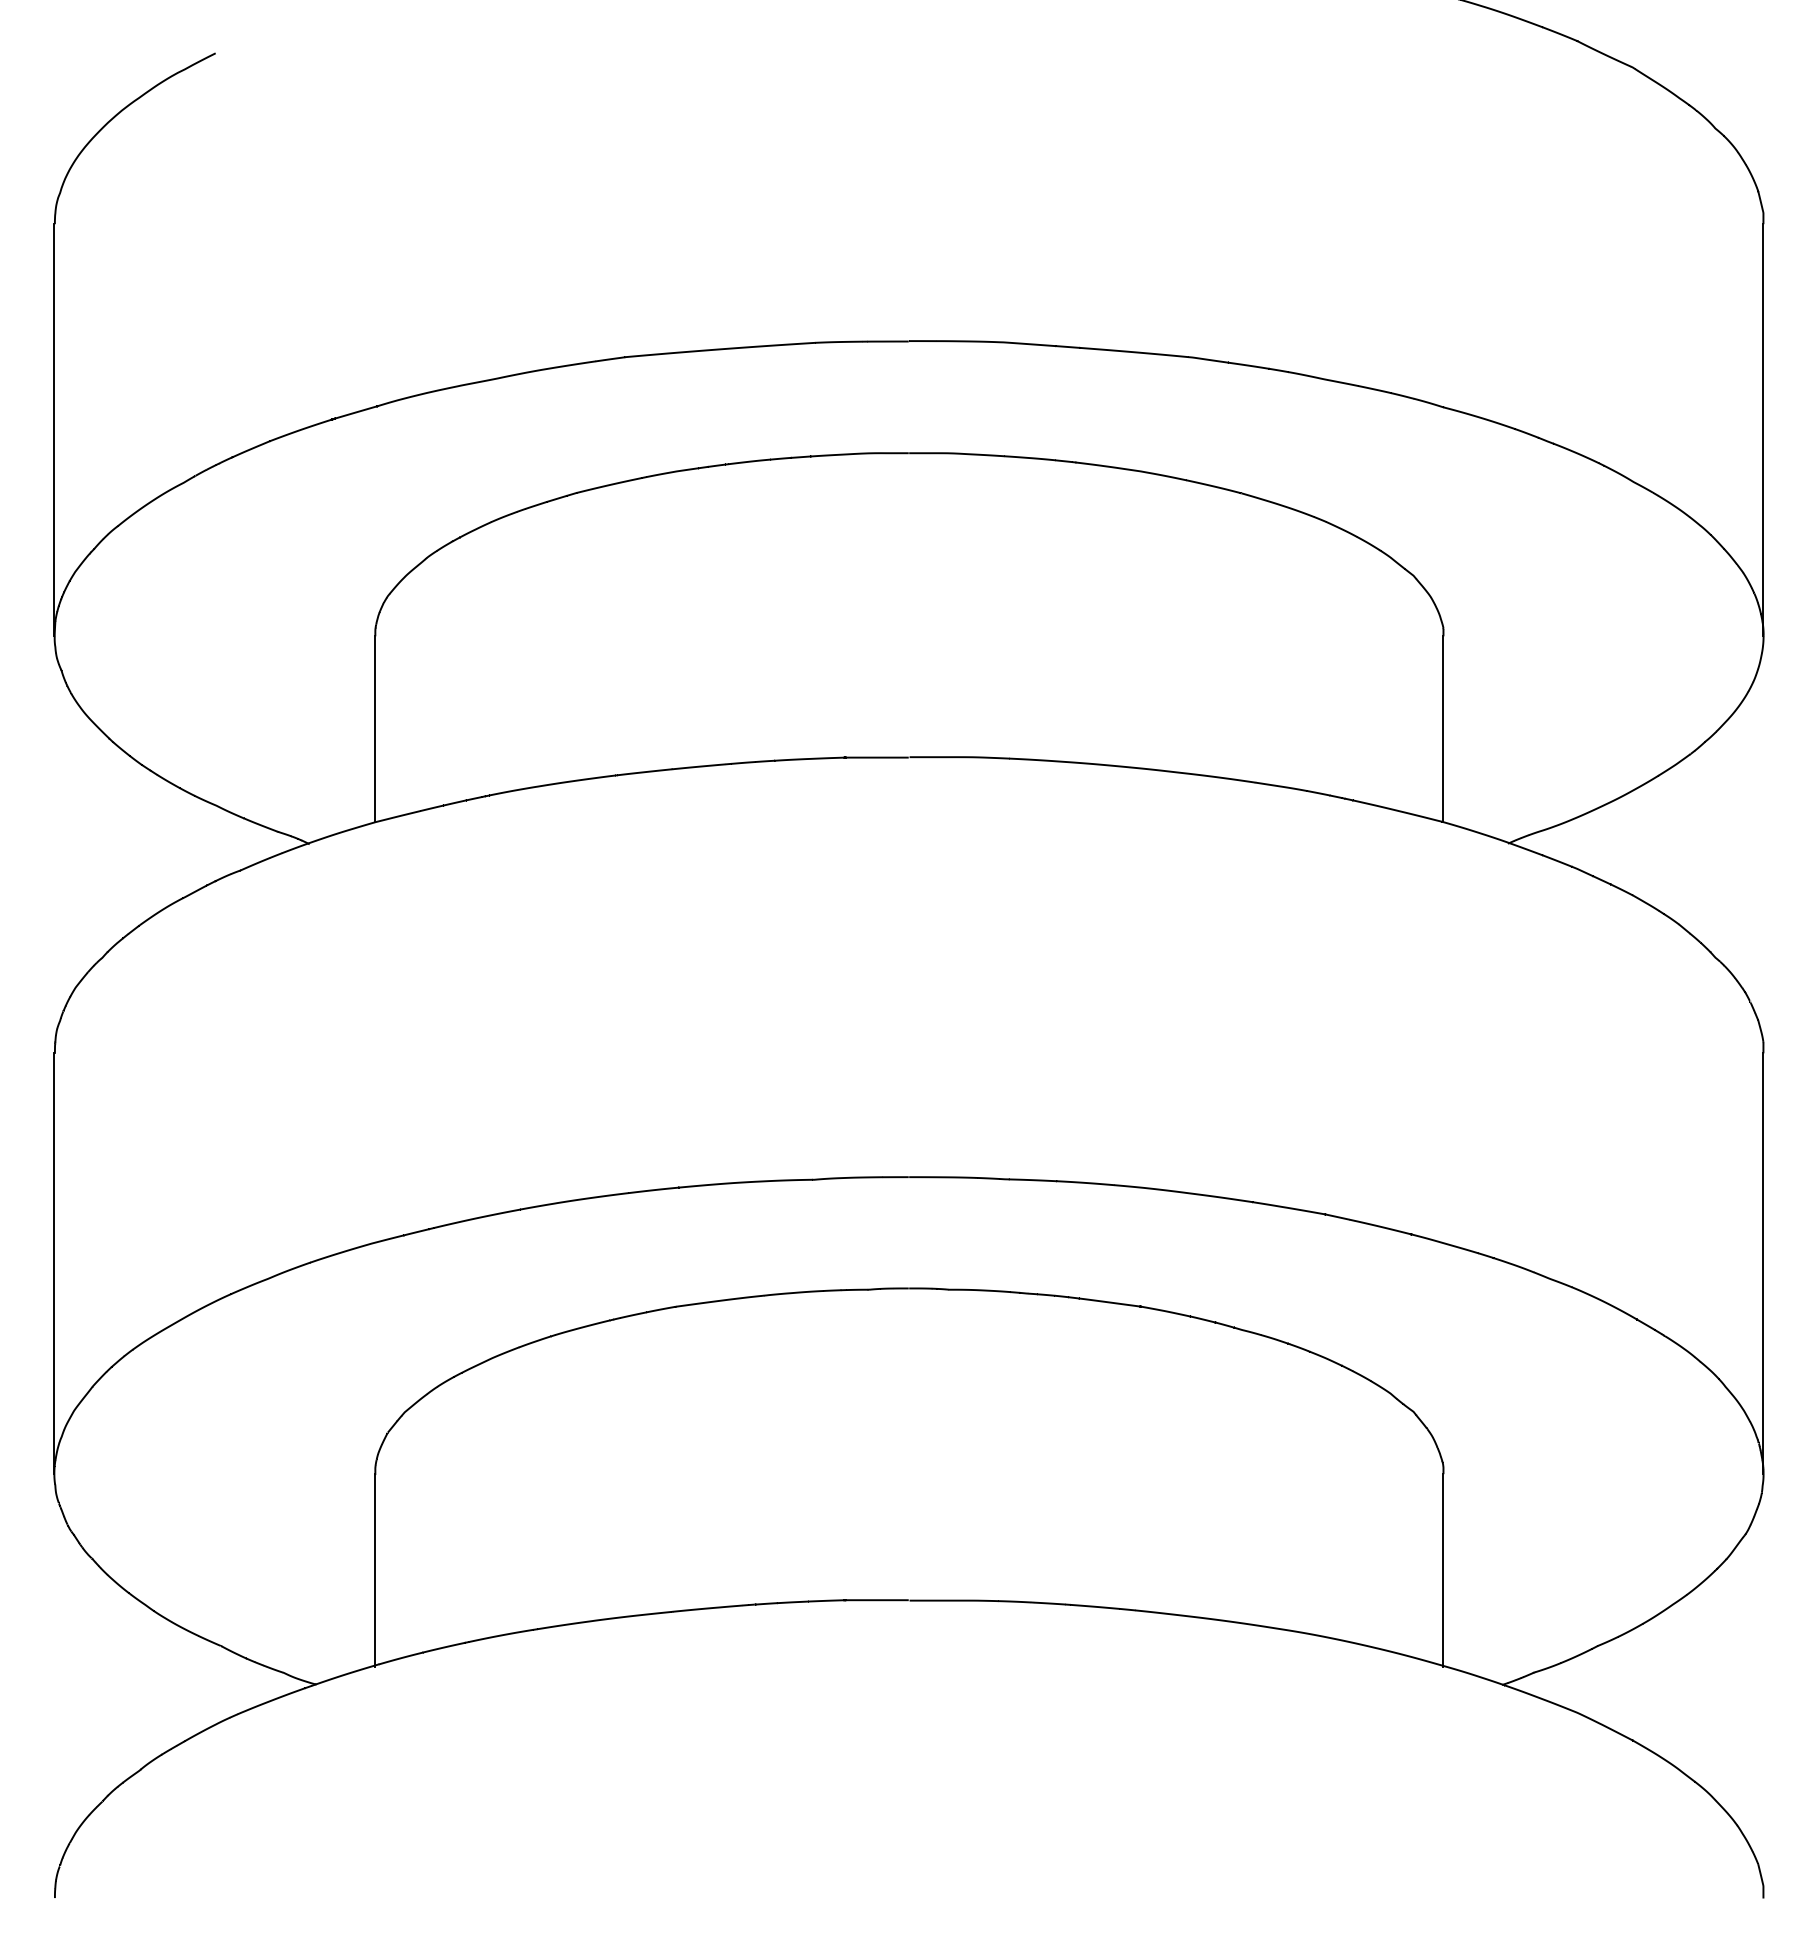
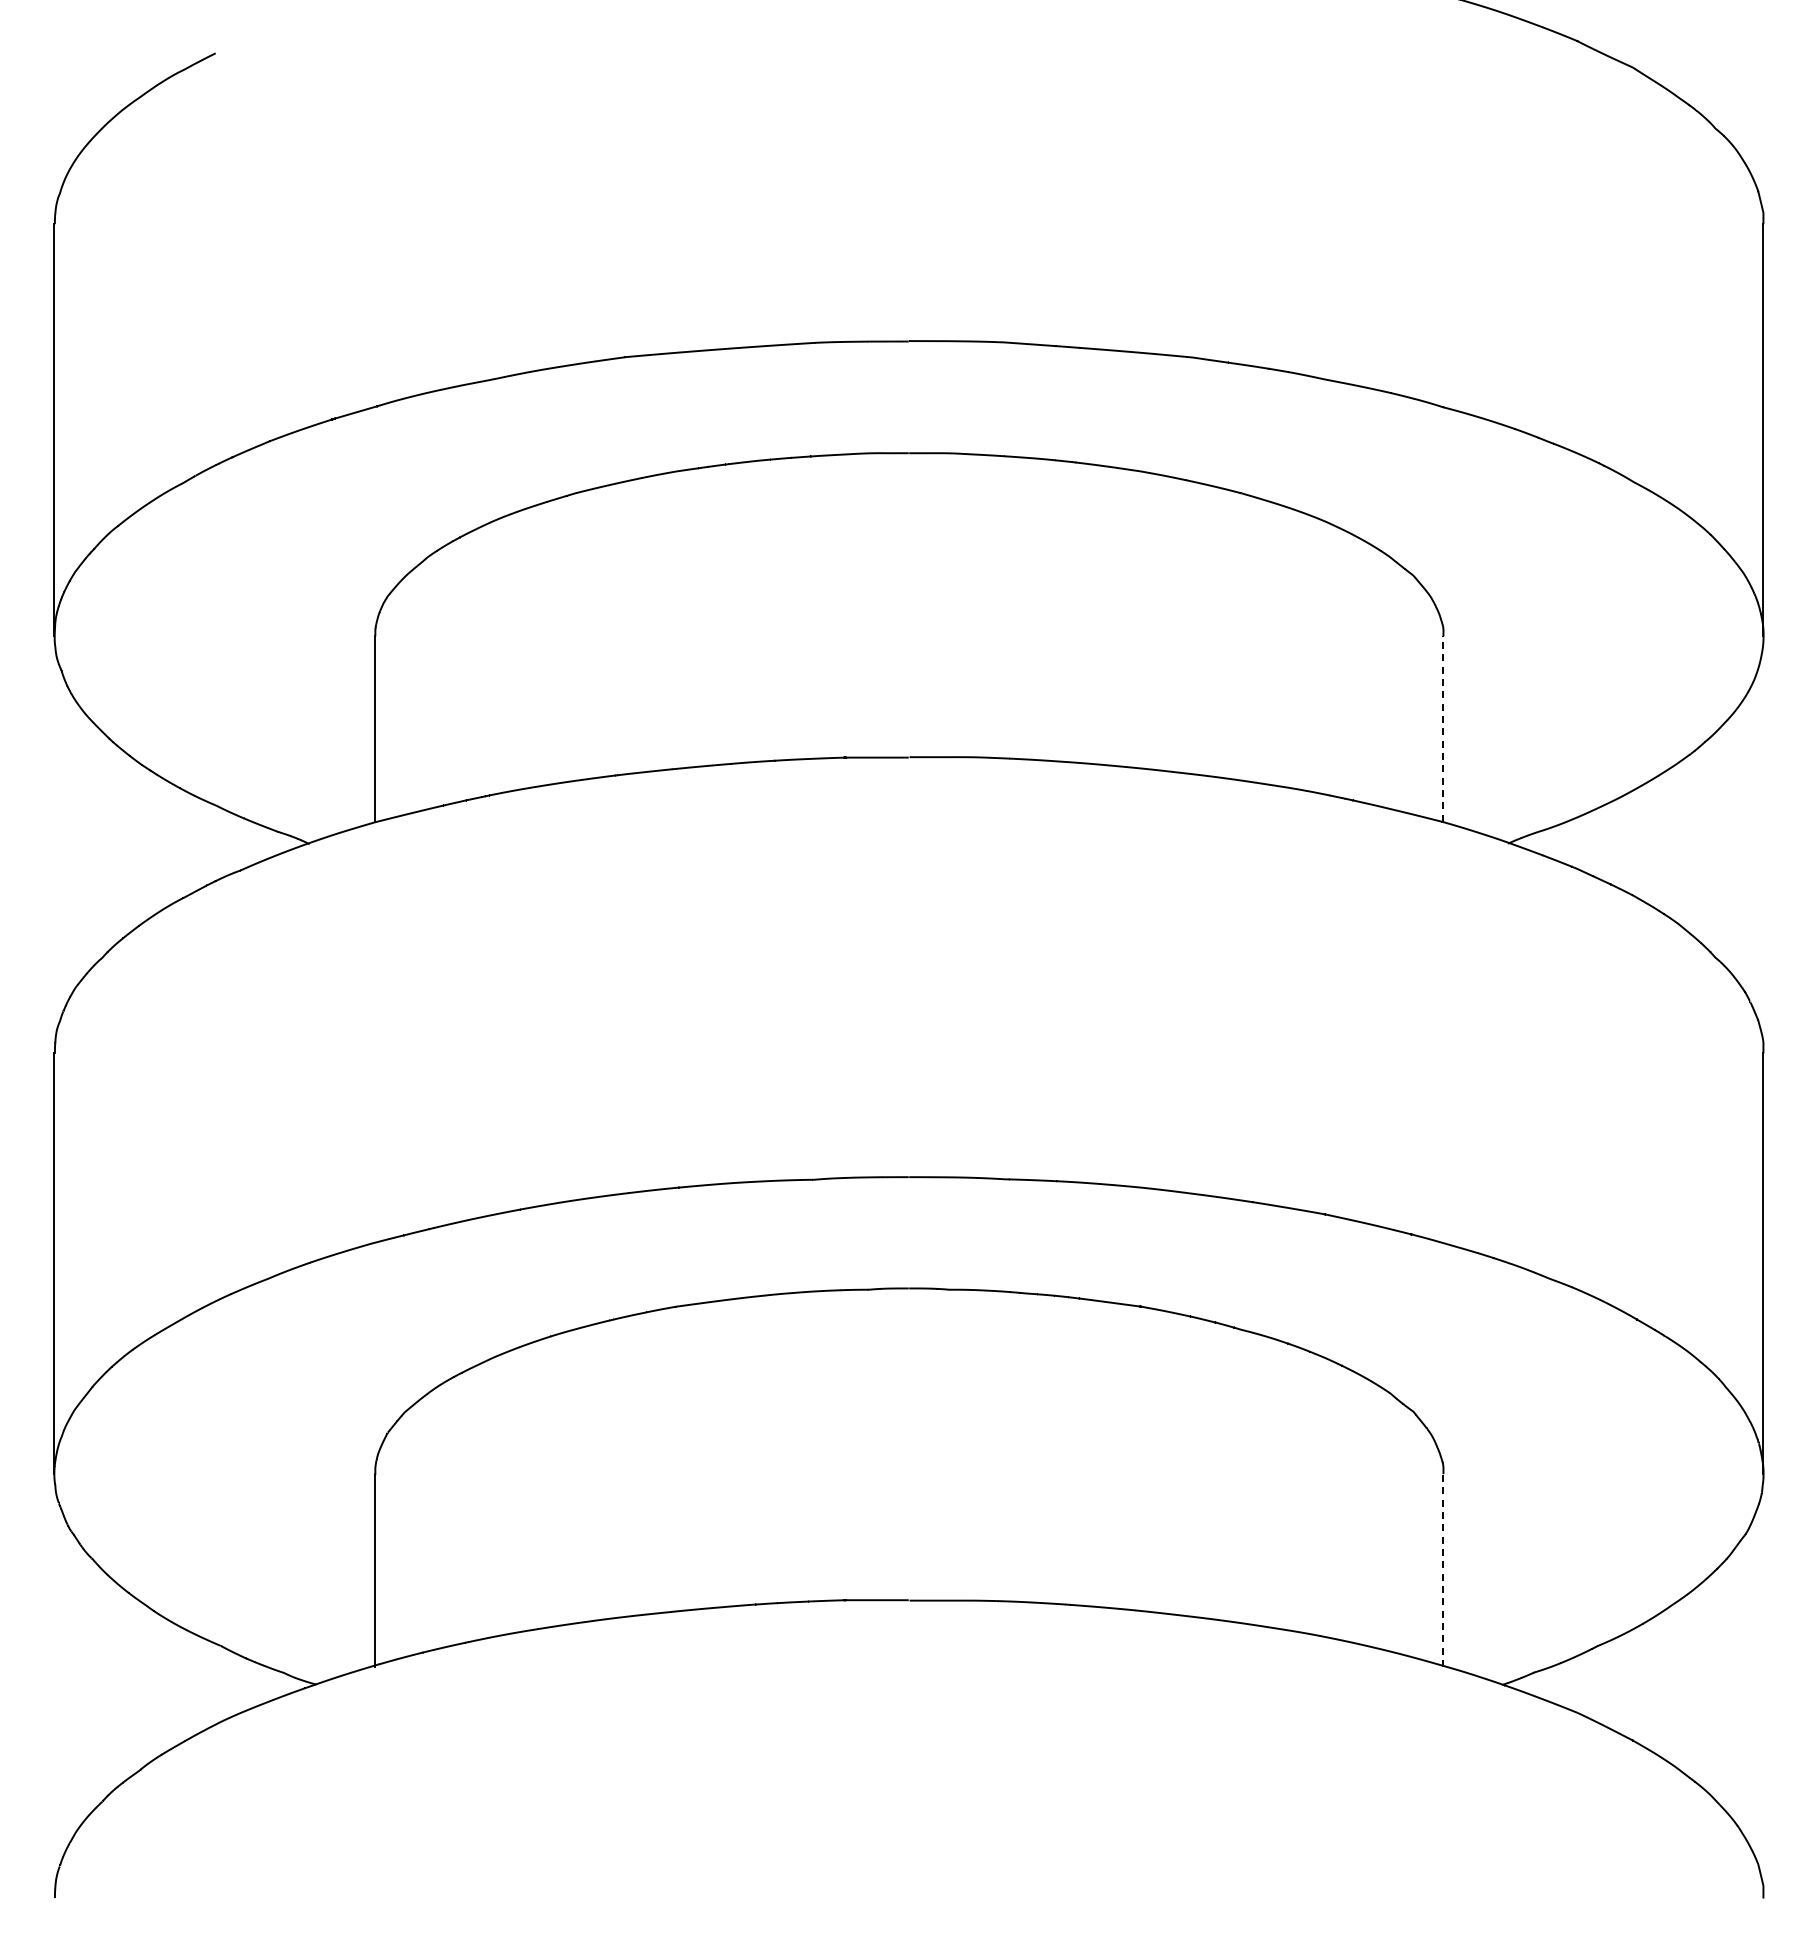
line at (1443, 728): solid -> dashed
line at (1443, 1570): solid -> dashed
